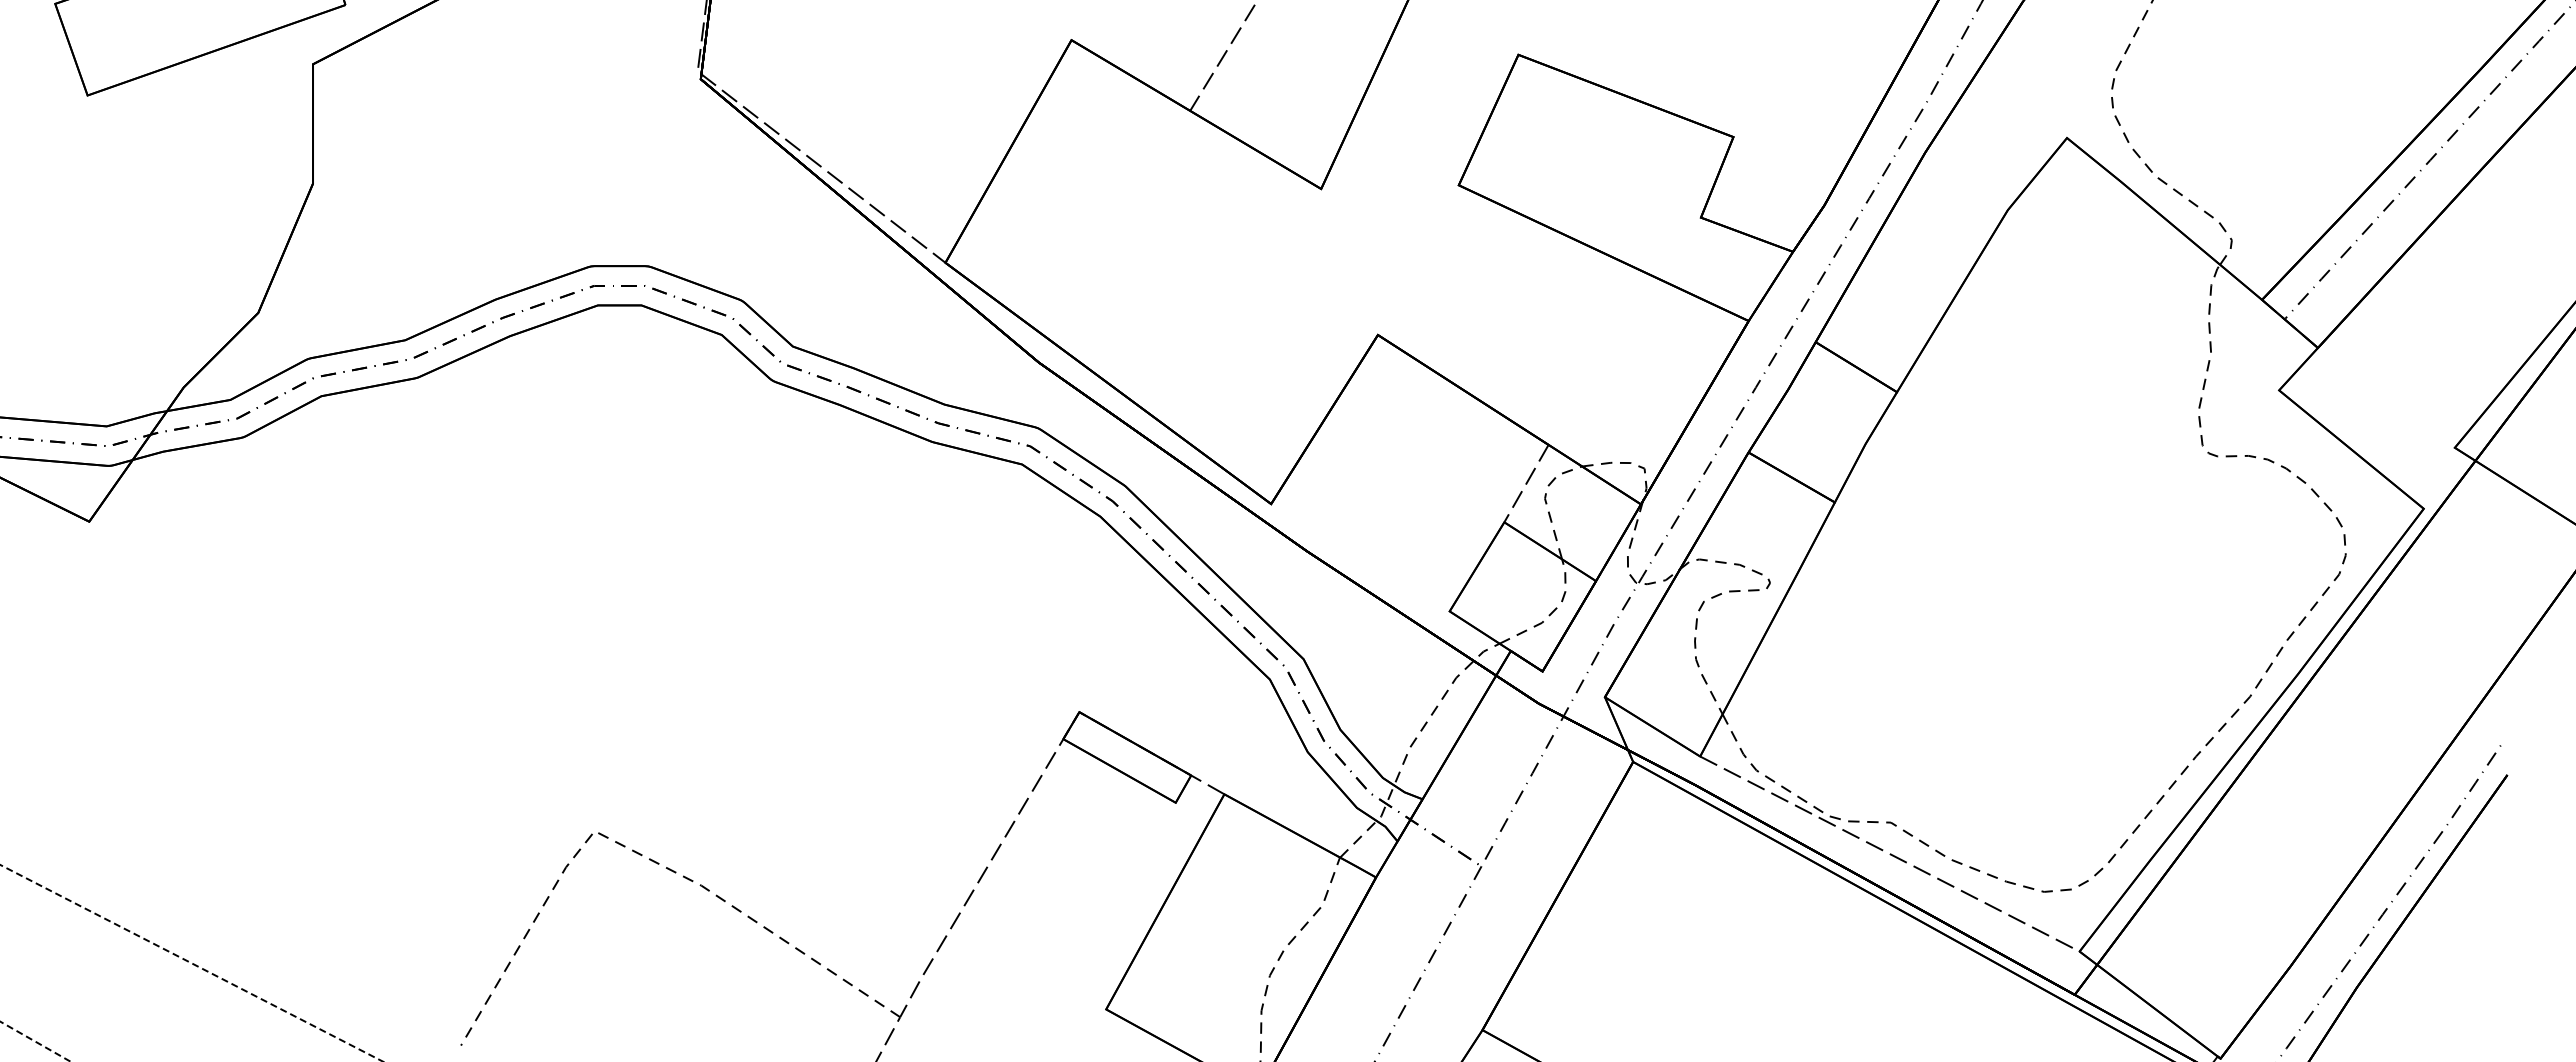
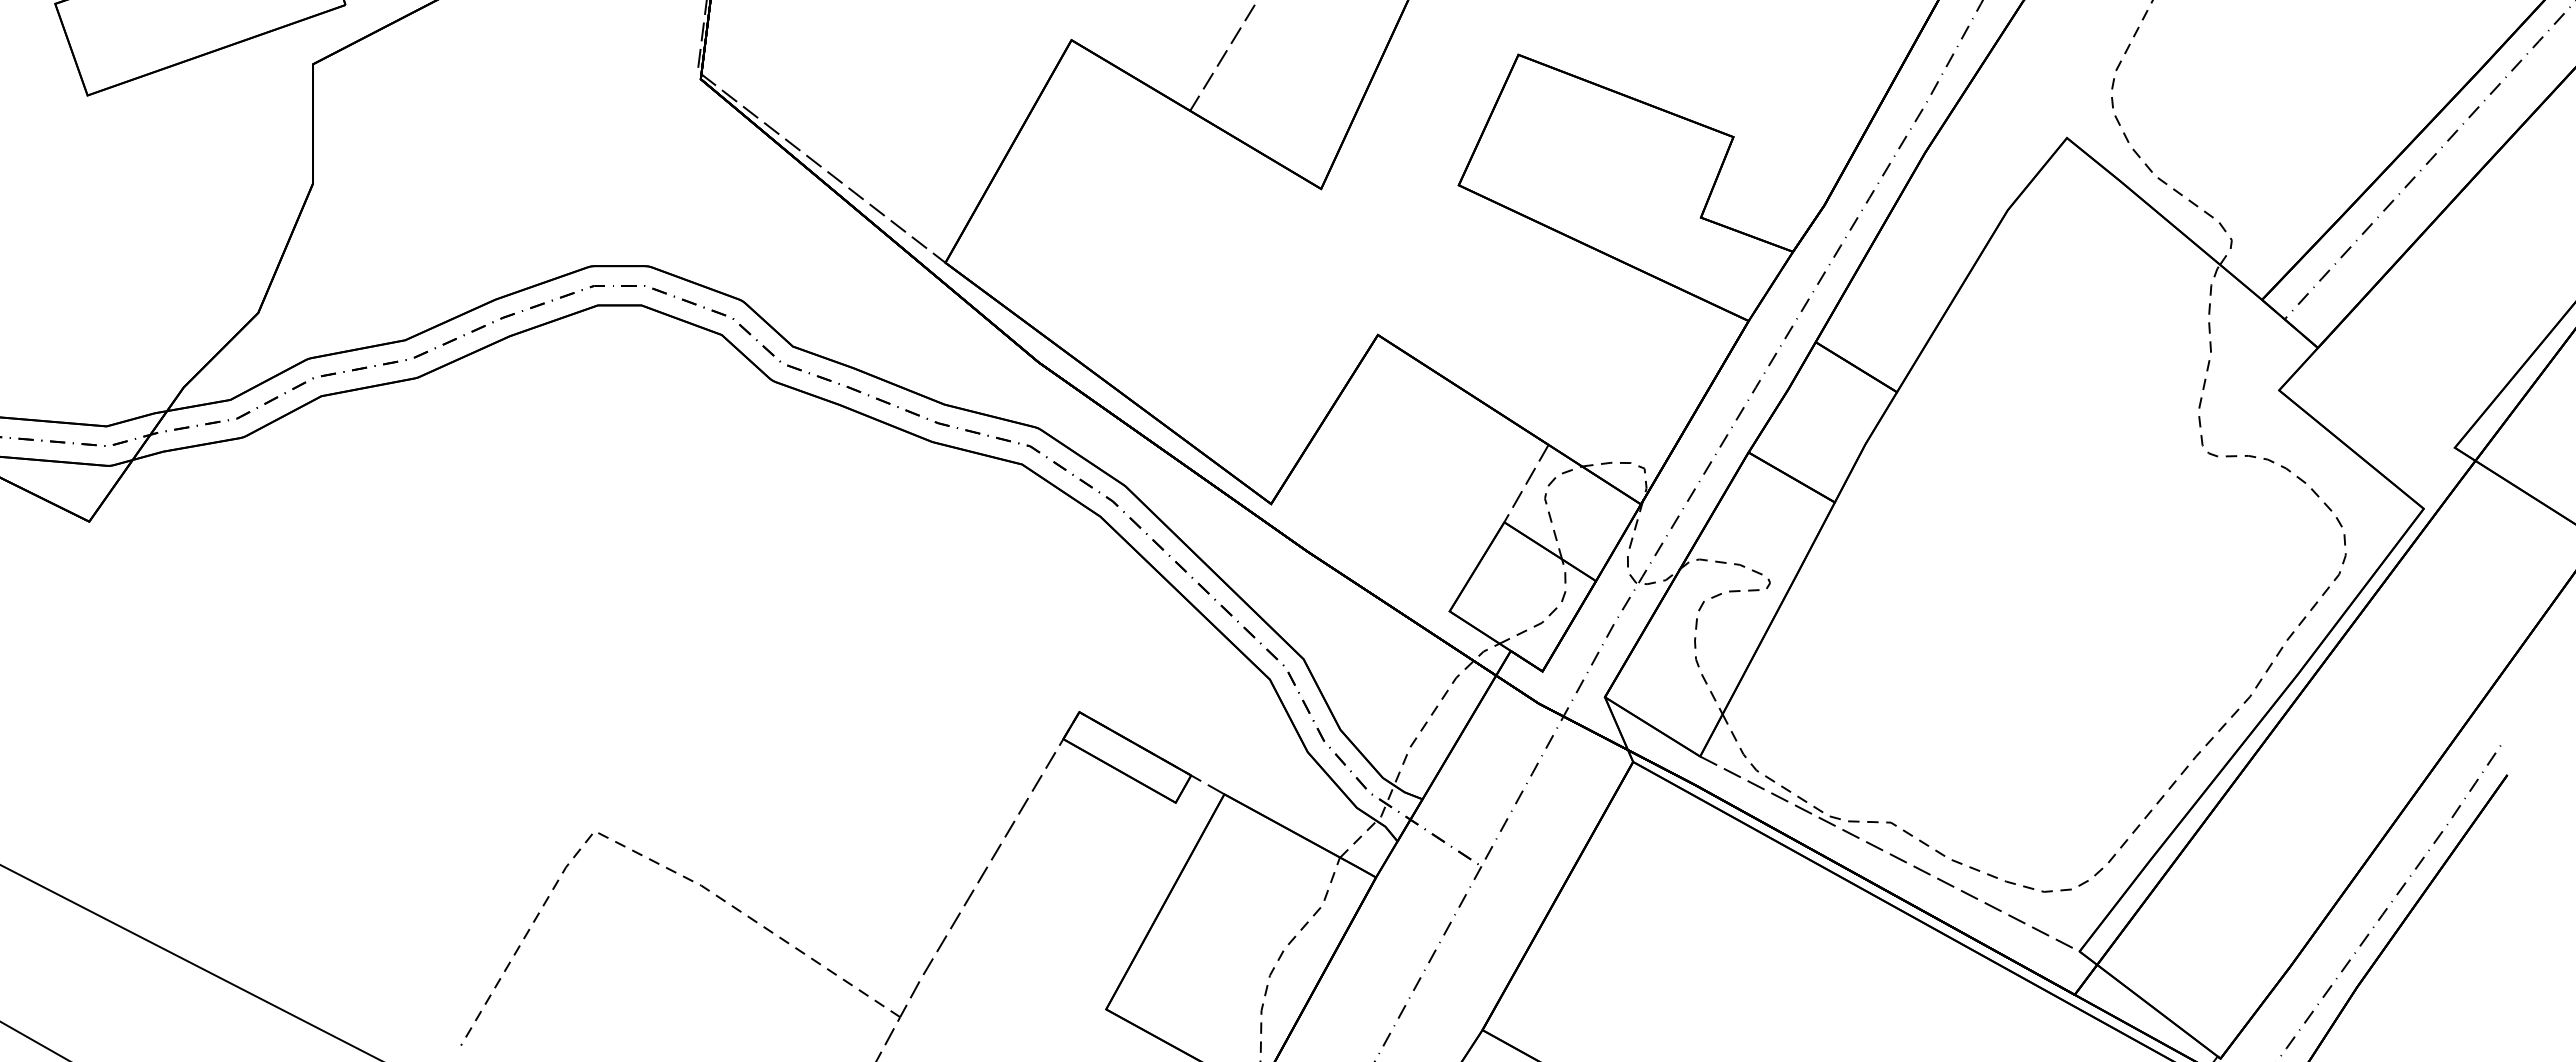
line at (192, 963): dashed -> solid
line at (36, 1042): dashed -> solid
